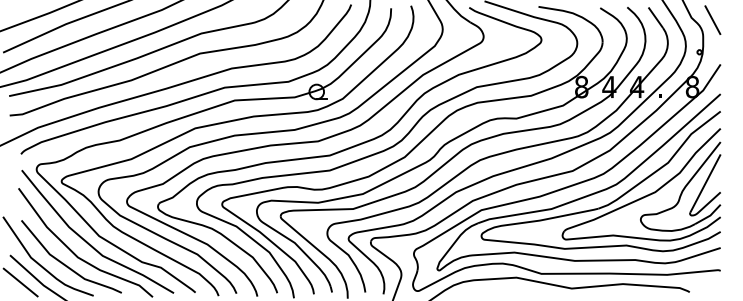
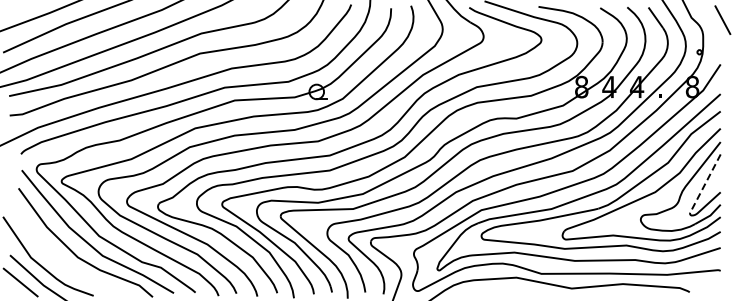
line at (712, 19) position: (712, 19) -> (722, 19)
line at (705, 183): solid -> dashed
line at (67, 265): present -> none
